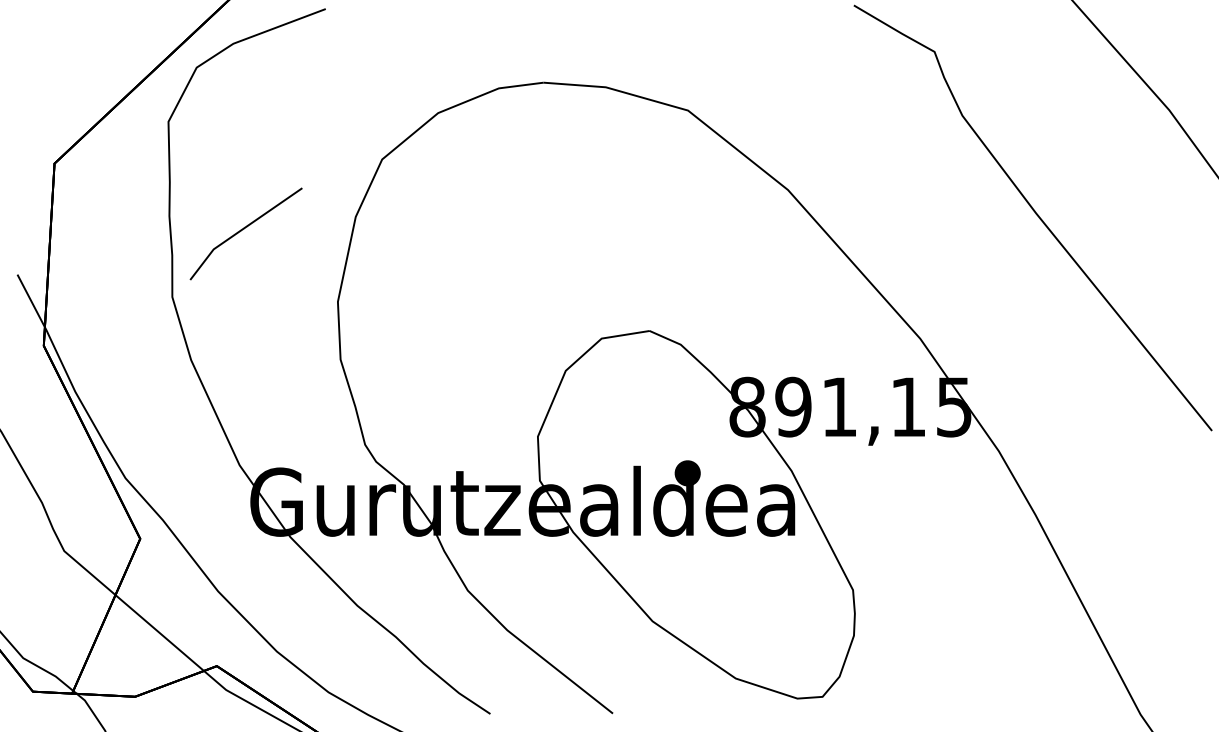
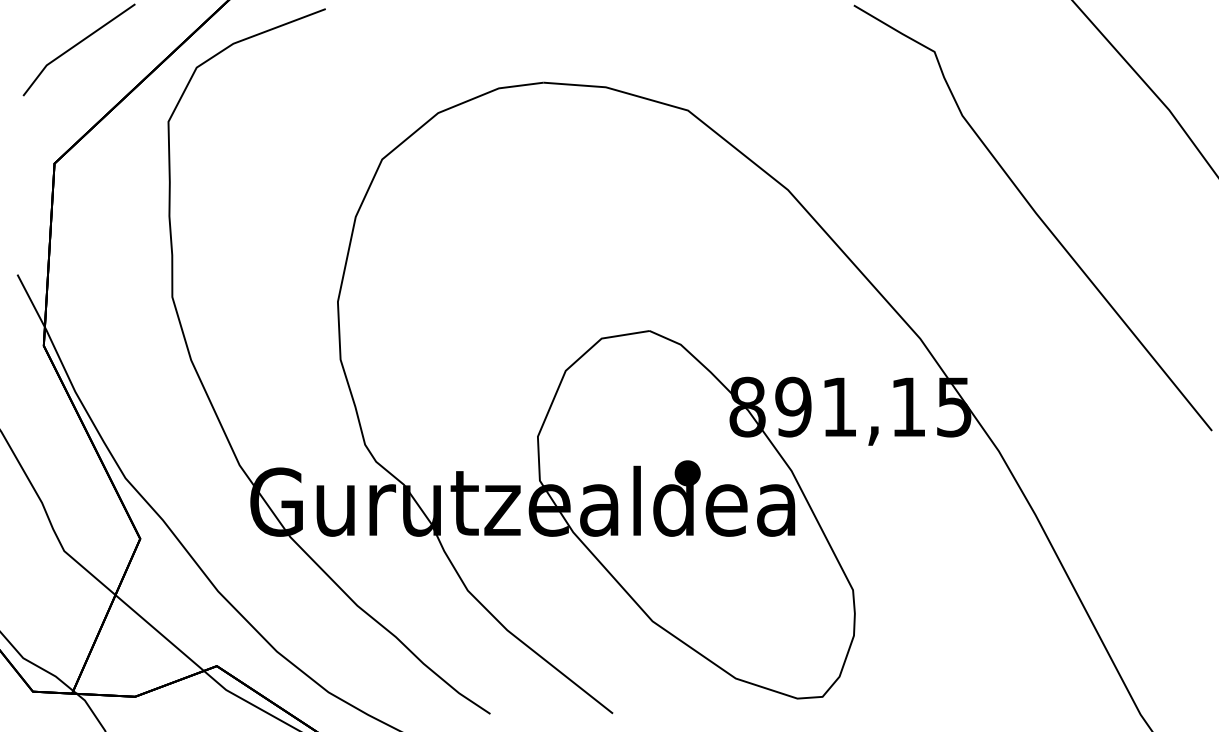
line at (244, 229) position: (244, 229) -> (77, 45)
